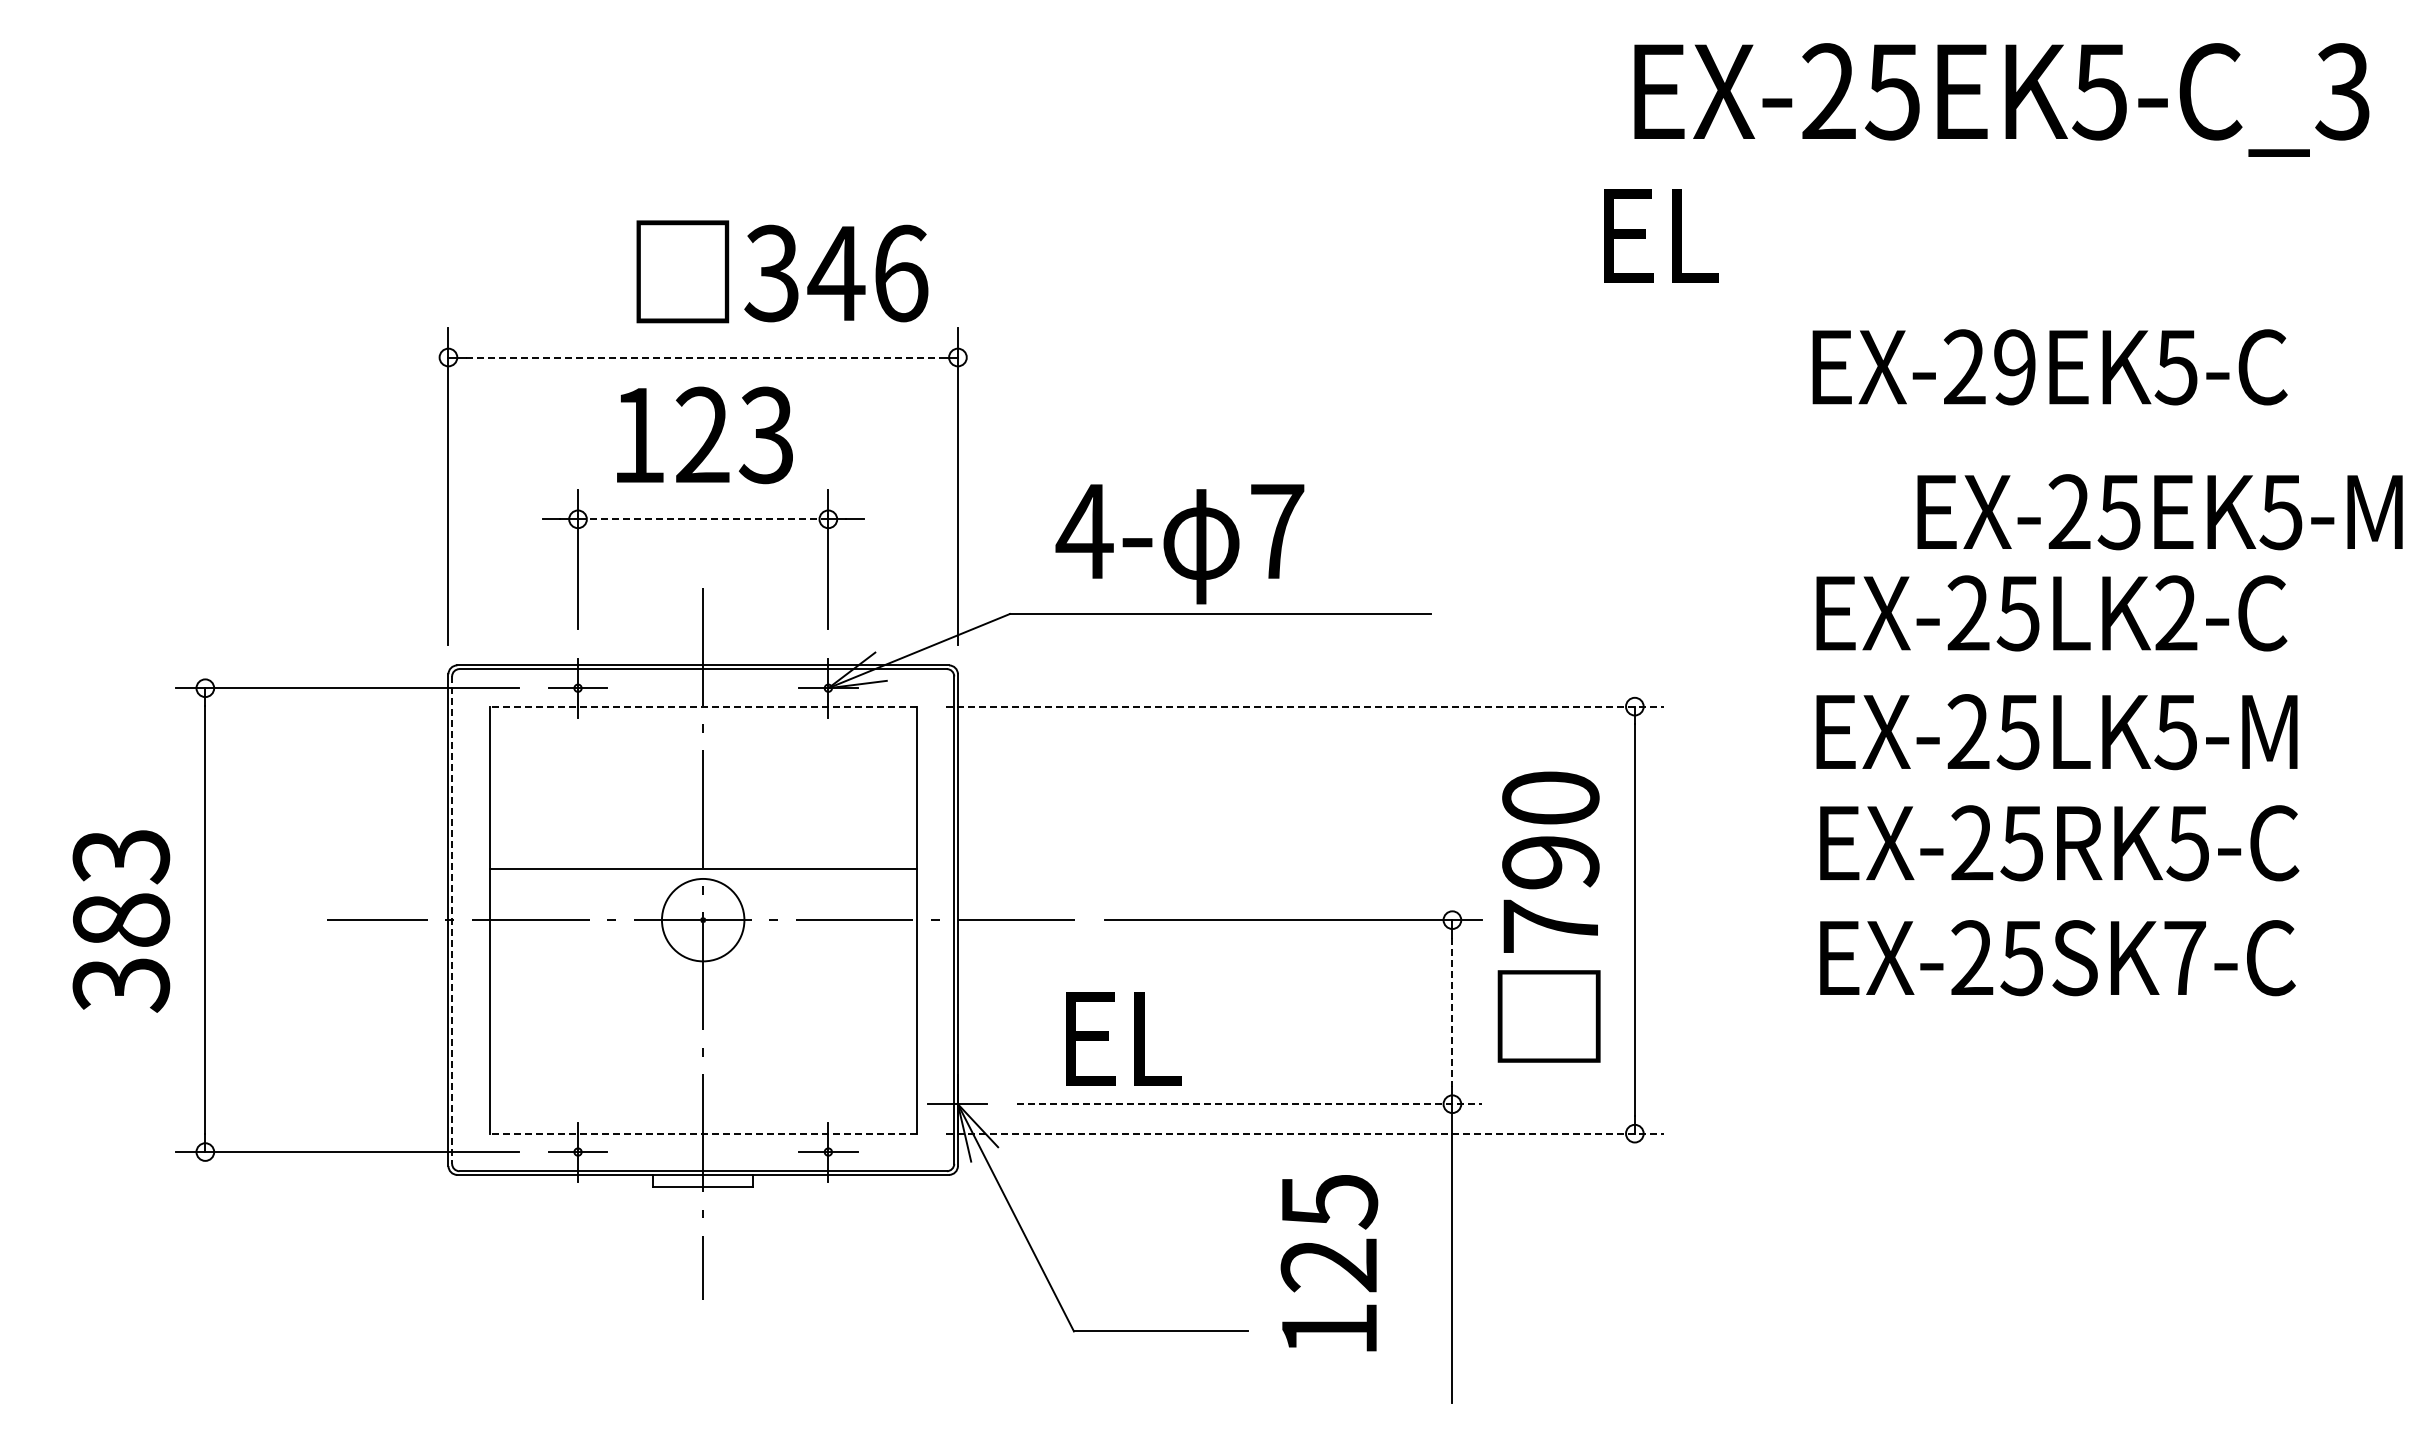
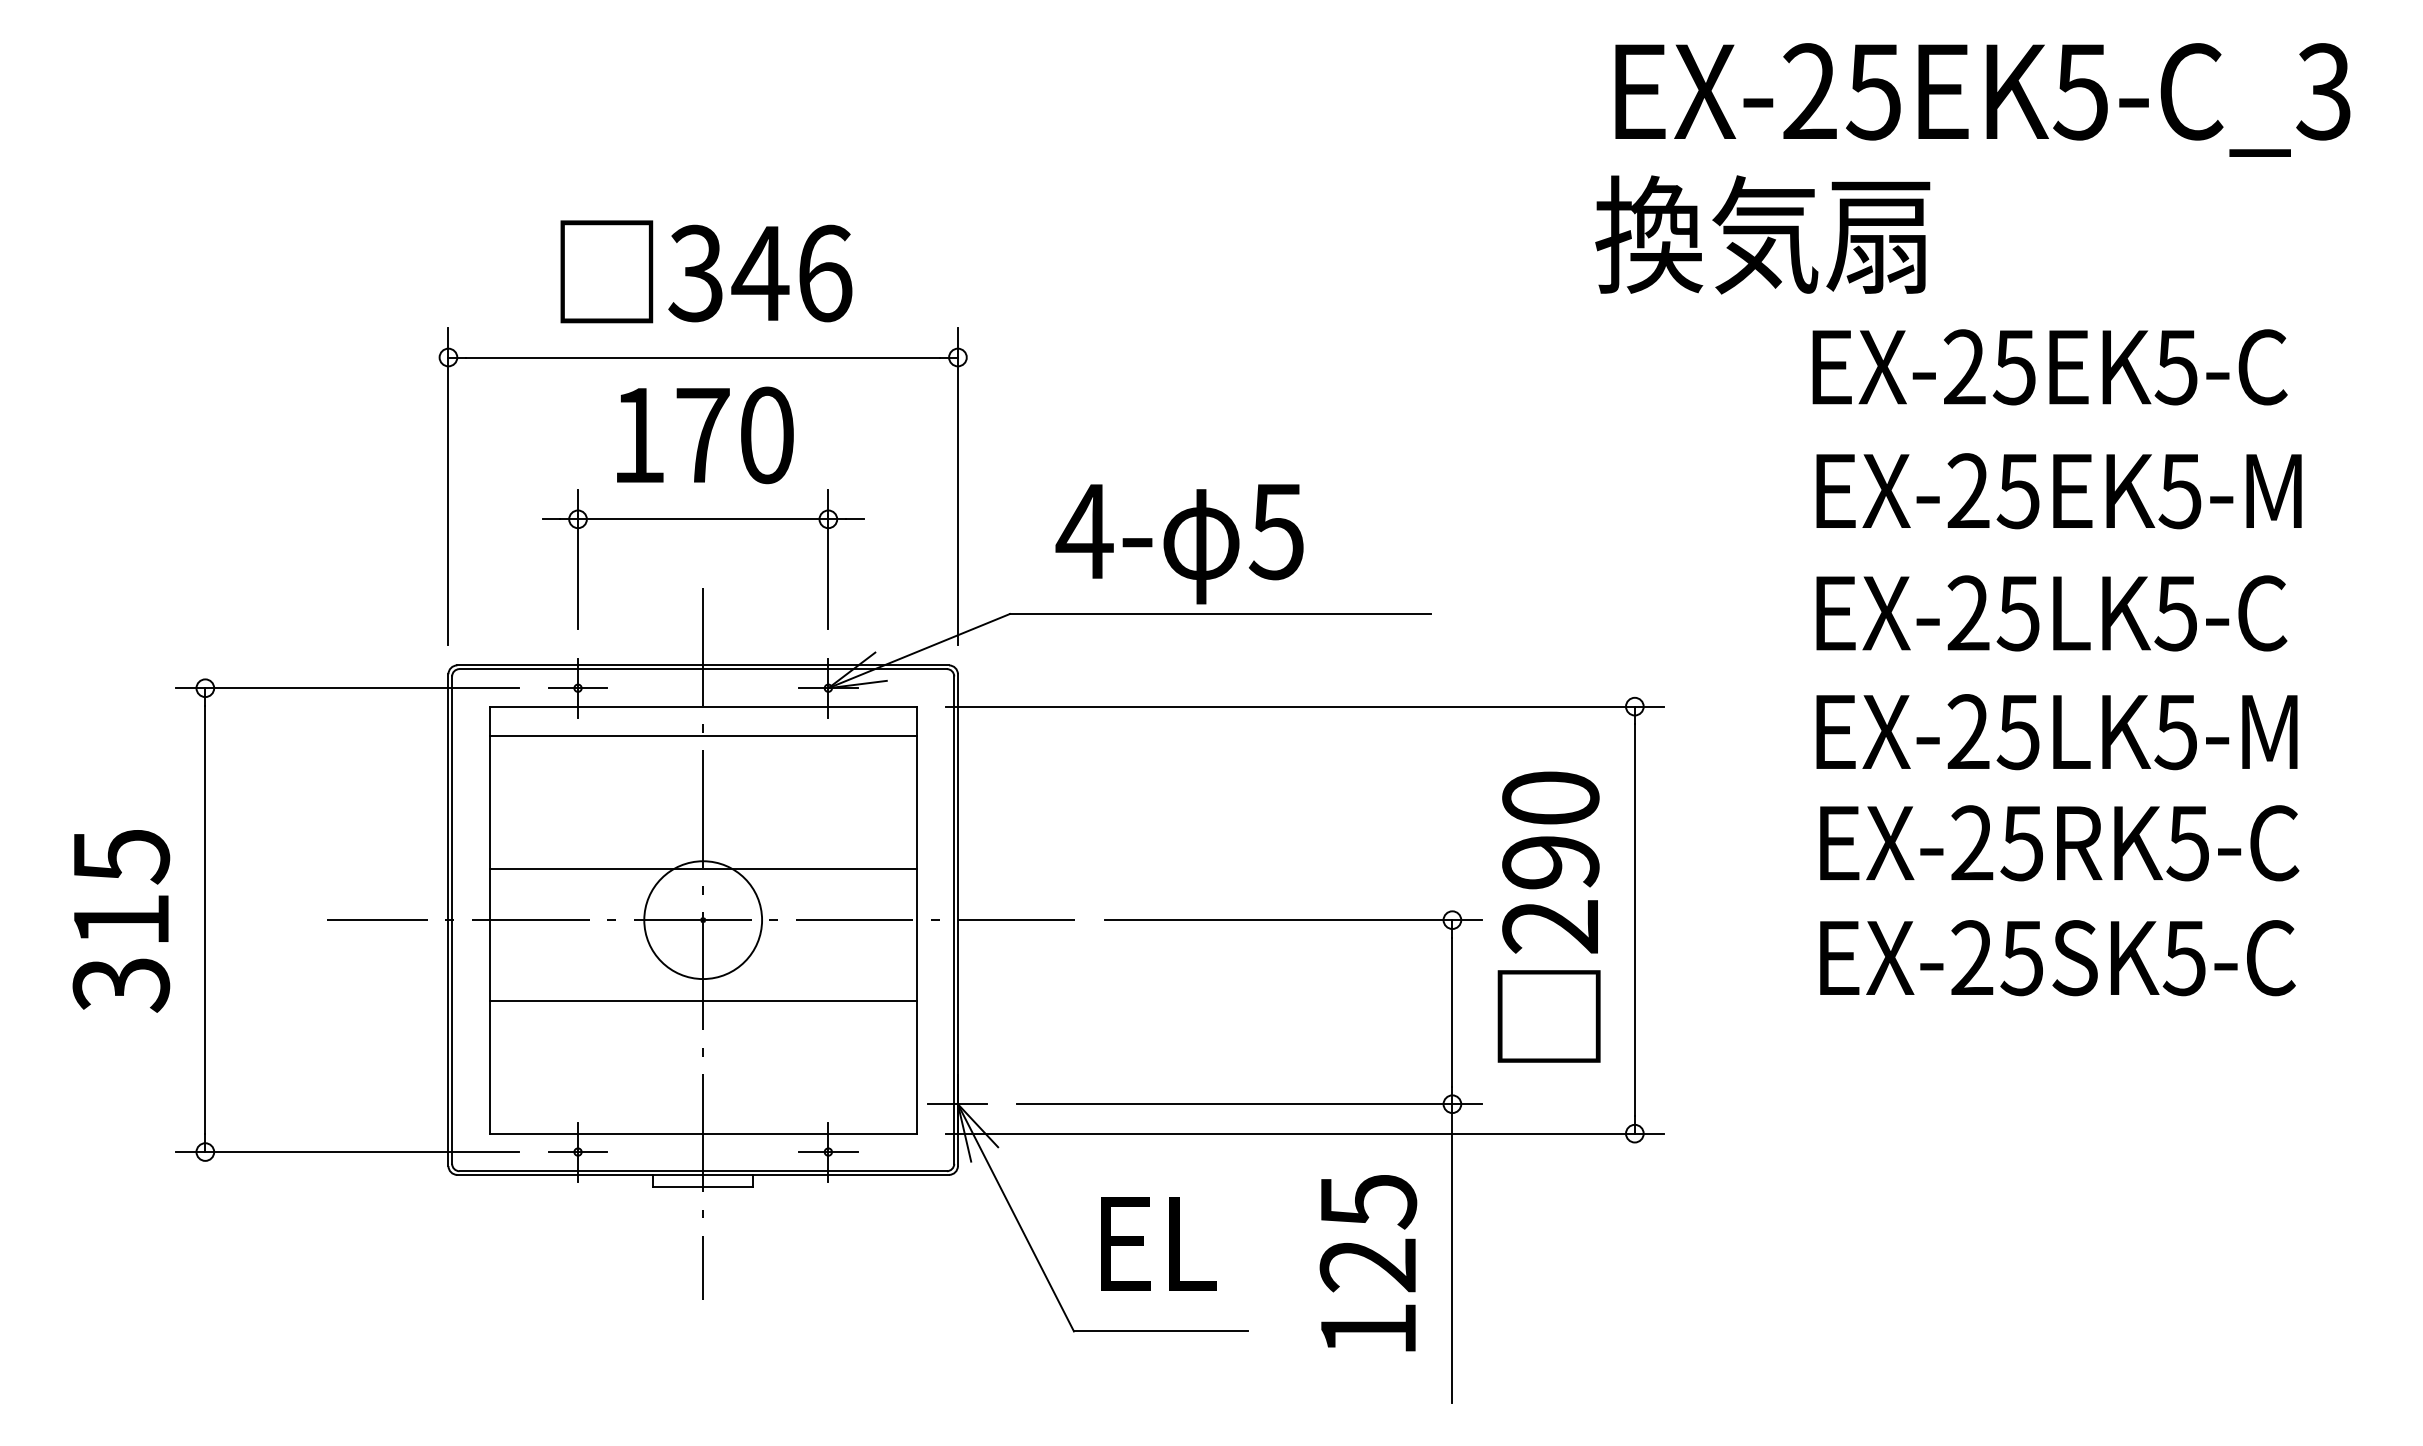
text at (2001, 99) position: (2001, 99) -> (1982, 99)
text at (1762, 234): EL -> 換気扇
text at (782, 271) position: (782, 271) -> (706, 271)
line at (703, 357): dashed -> solid
text at (2013, 367): EX-29EK5-C -> EX-25EK5-C
text at (734, 435): 123 -> 170
text at (2159, 512) position: (2159, 512) -> (2058, 491)
line at (702, 519): dashed -> solid
text at (1276, 532): 7 -> 5
text at (2175, 613): EX-25LK2-C -> EX-25LK5-C
line at (703, 706): dashed -> solid
line at (1305, 706): dashed -> solid
line at (702, 736): none -> present
text at (121, 888): 383 -> 315
circle at (702, 919) diameter: 82 px -> 118 px
line at (452, 920): dashed -> solid
text at (1549, 926): 790 -> 290
text at (2183, 958): EX-25SK7-C -> EX-25SK5-C
line at (702, 1001): none -> present
line at (1452, 1012): dashed -> solid
text at (1123, 1038) position: (1123, 1038) -> (1158, 1243)
line at (1249, 1104): dashed -> solid
line at (703, 1133): dashed -> solid
line at (1305, 1133): dashed -> solid
text at (1329, 1263) position: (1329, 1263) -> (1368, 1263)
